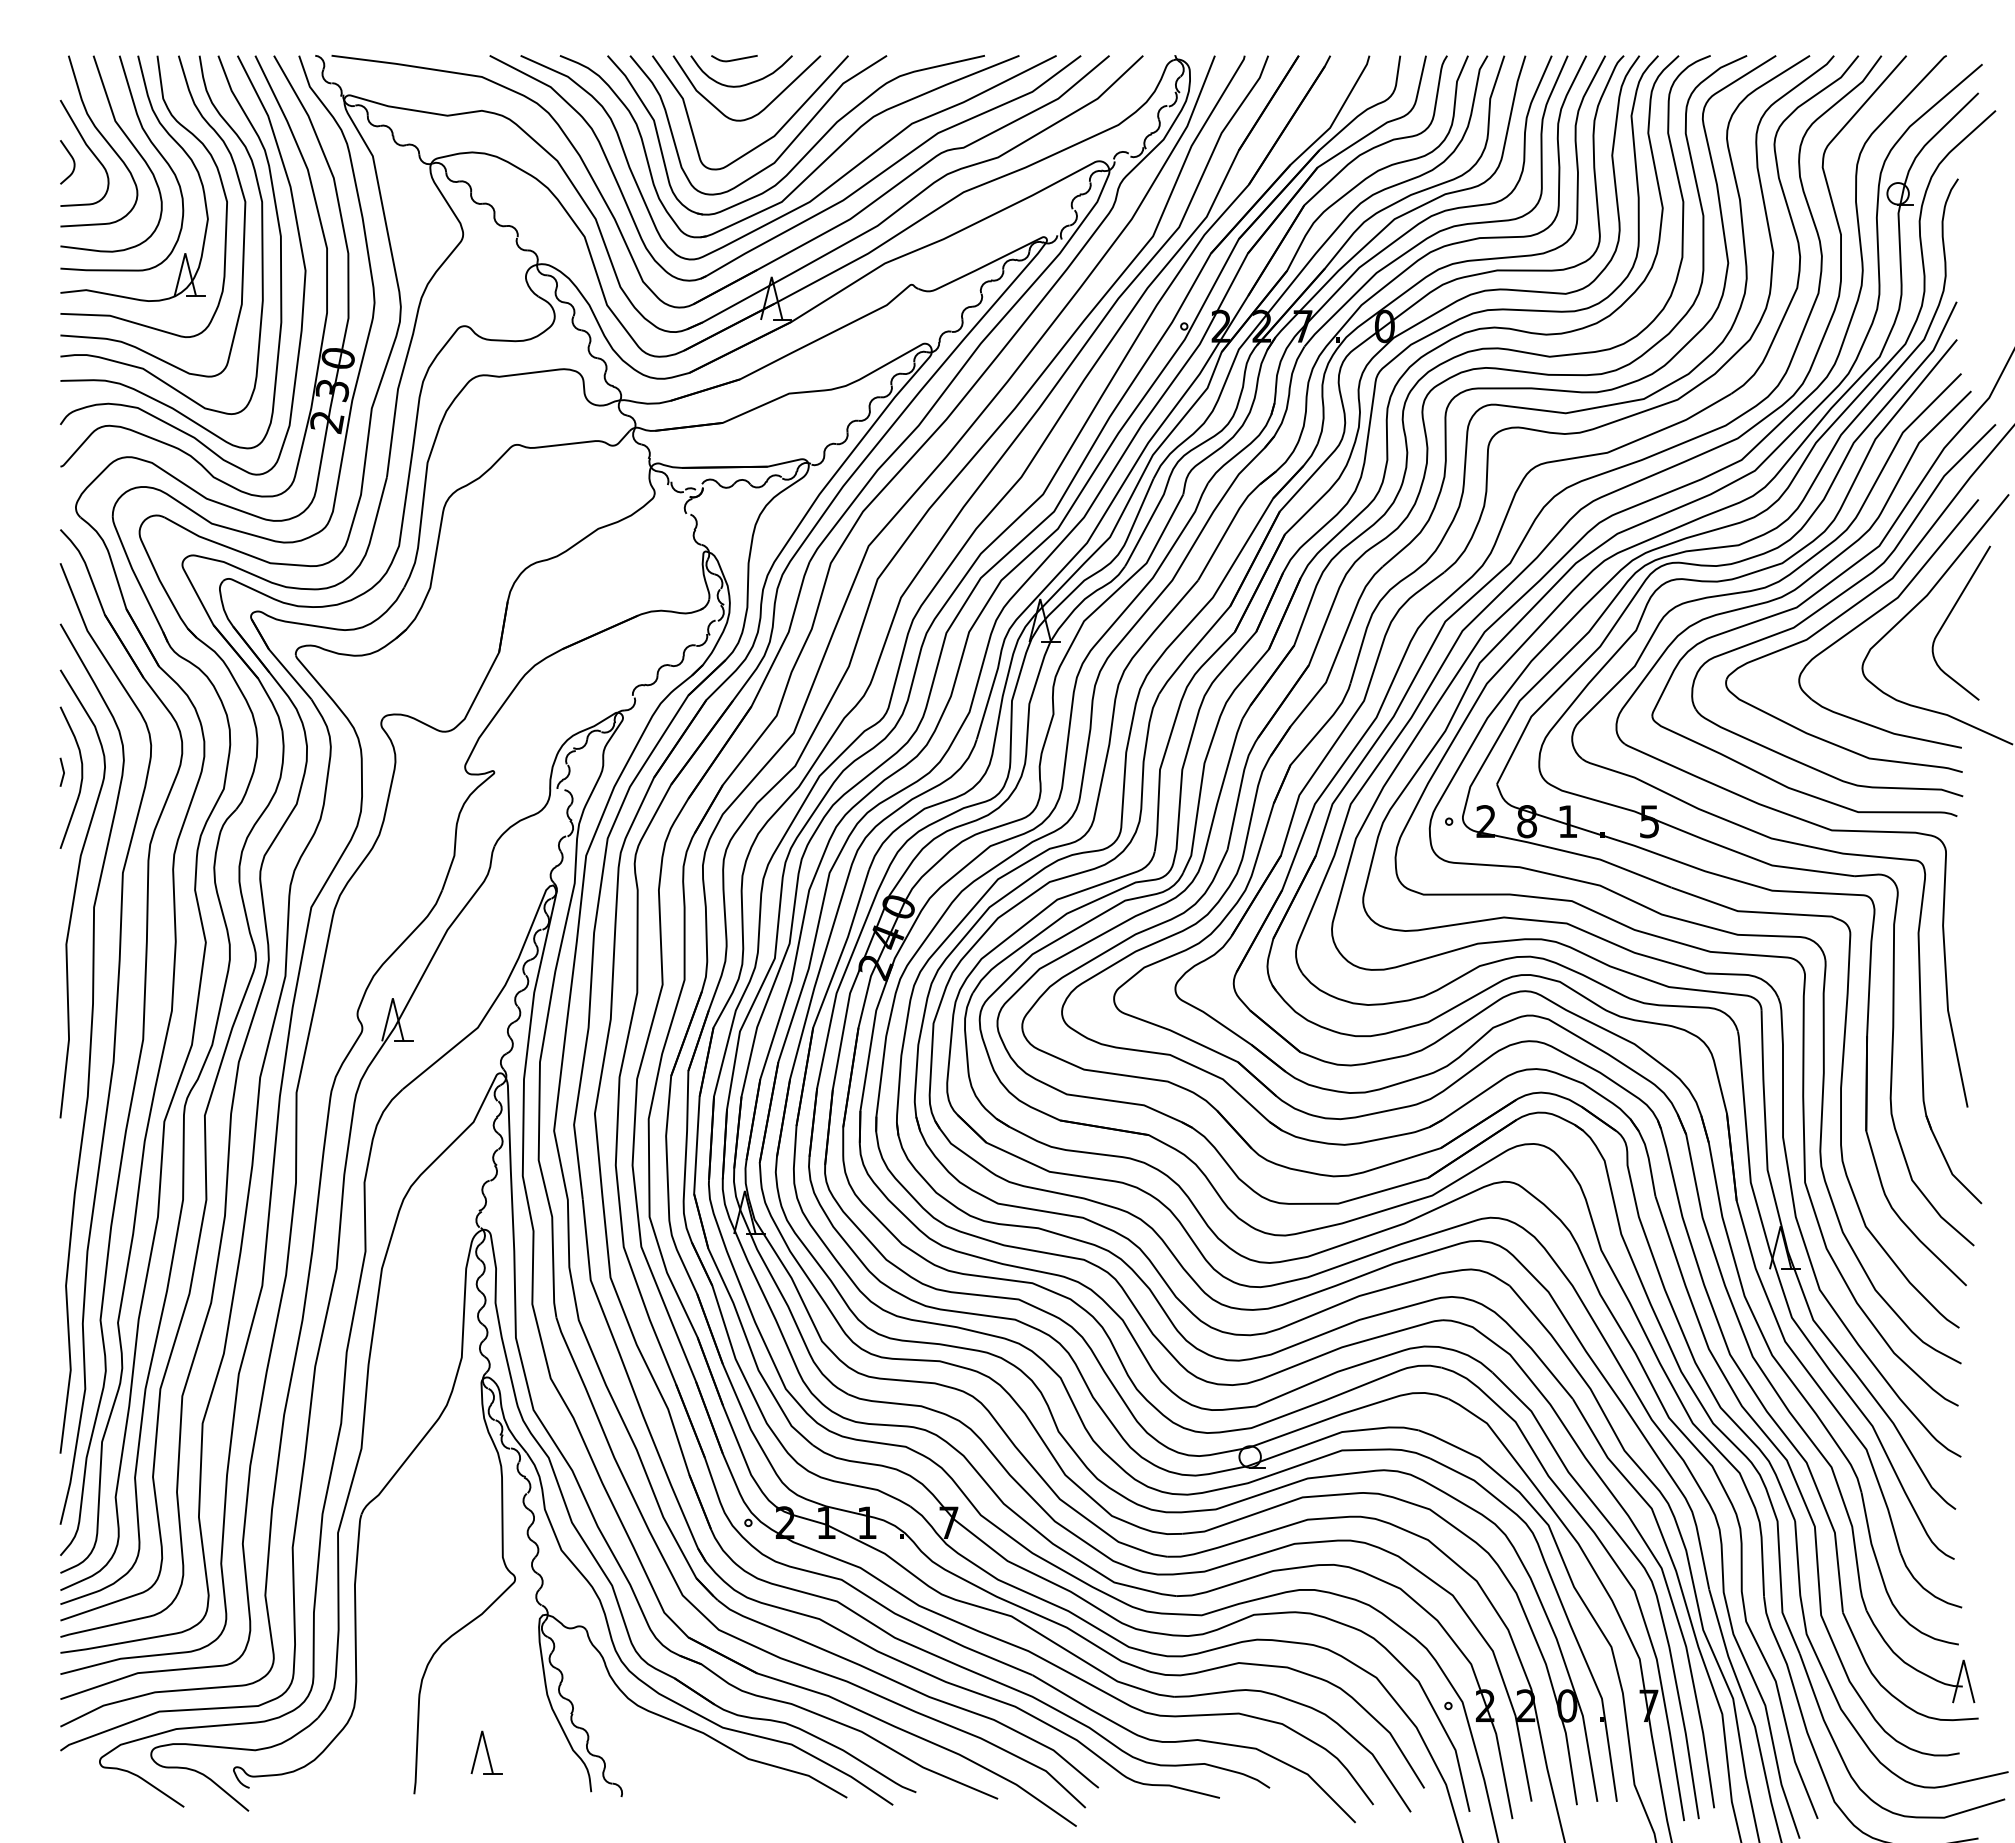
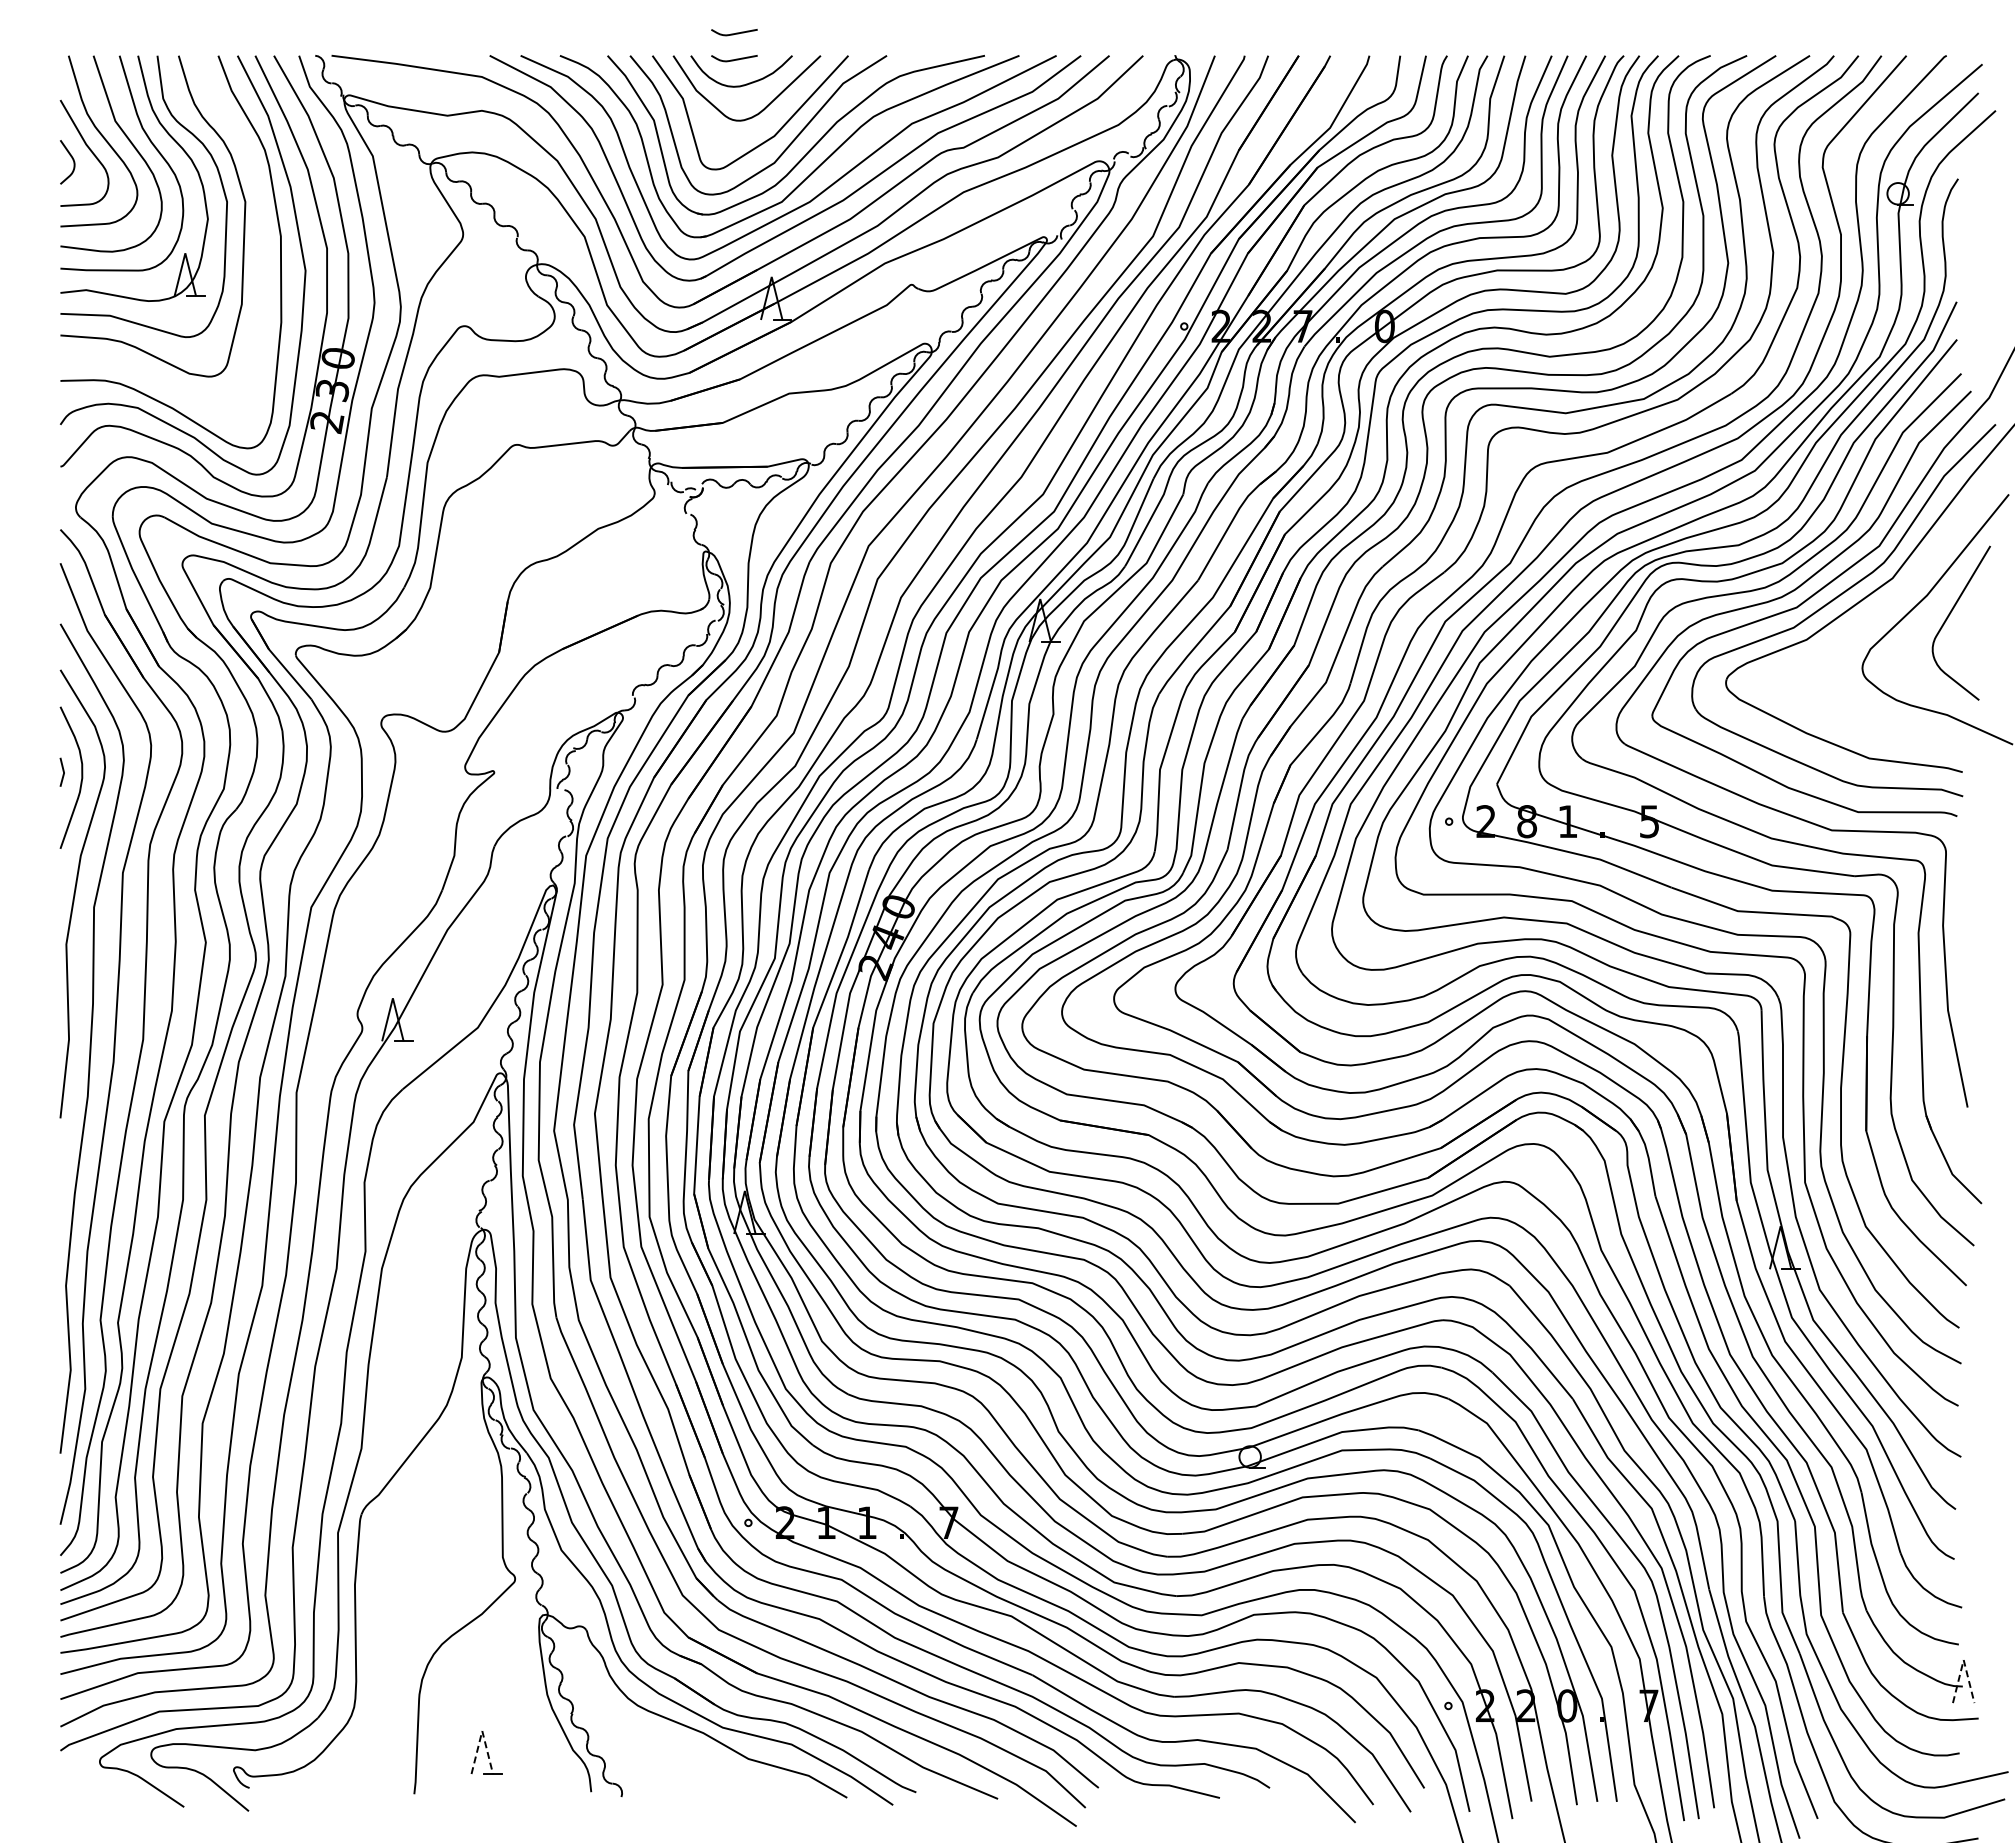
curve at (734, 33): none -> present
curve at (261, 234): present -> none
part at (1880, 611): present -> none
line at (1963, 1660): solid -> dashed
line at (482, 1731): solid -> dashed
